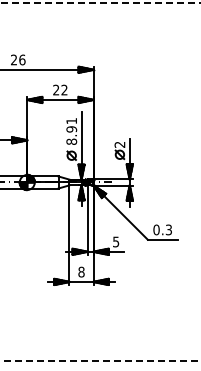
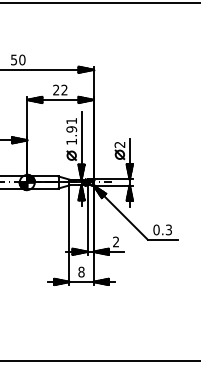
line at (99, 3): dashed -> solid
text at (18, 59): 26 -> 50
text at (71, 141): 8.91 -> 1.91
text at (116, 241): 5 -> 2
line at (100, 361): dashed -> solid
